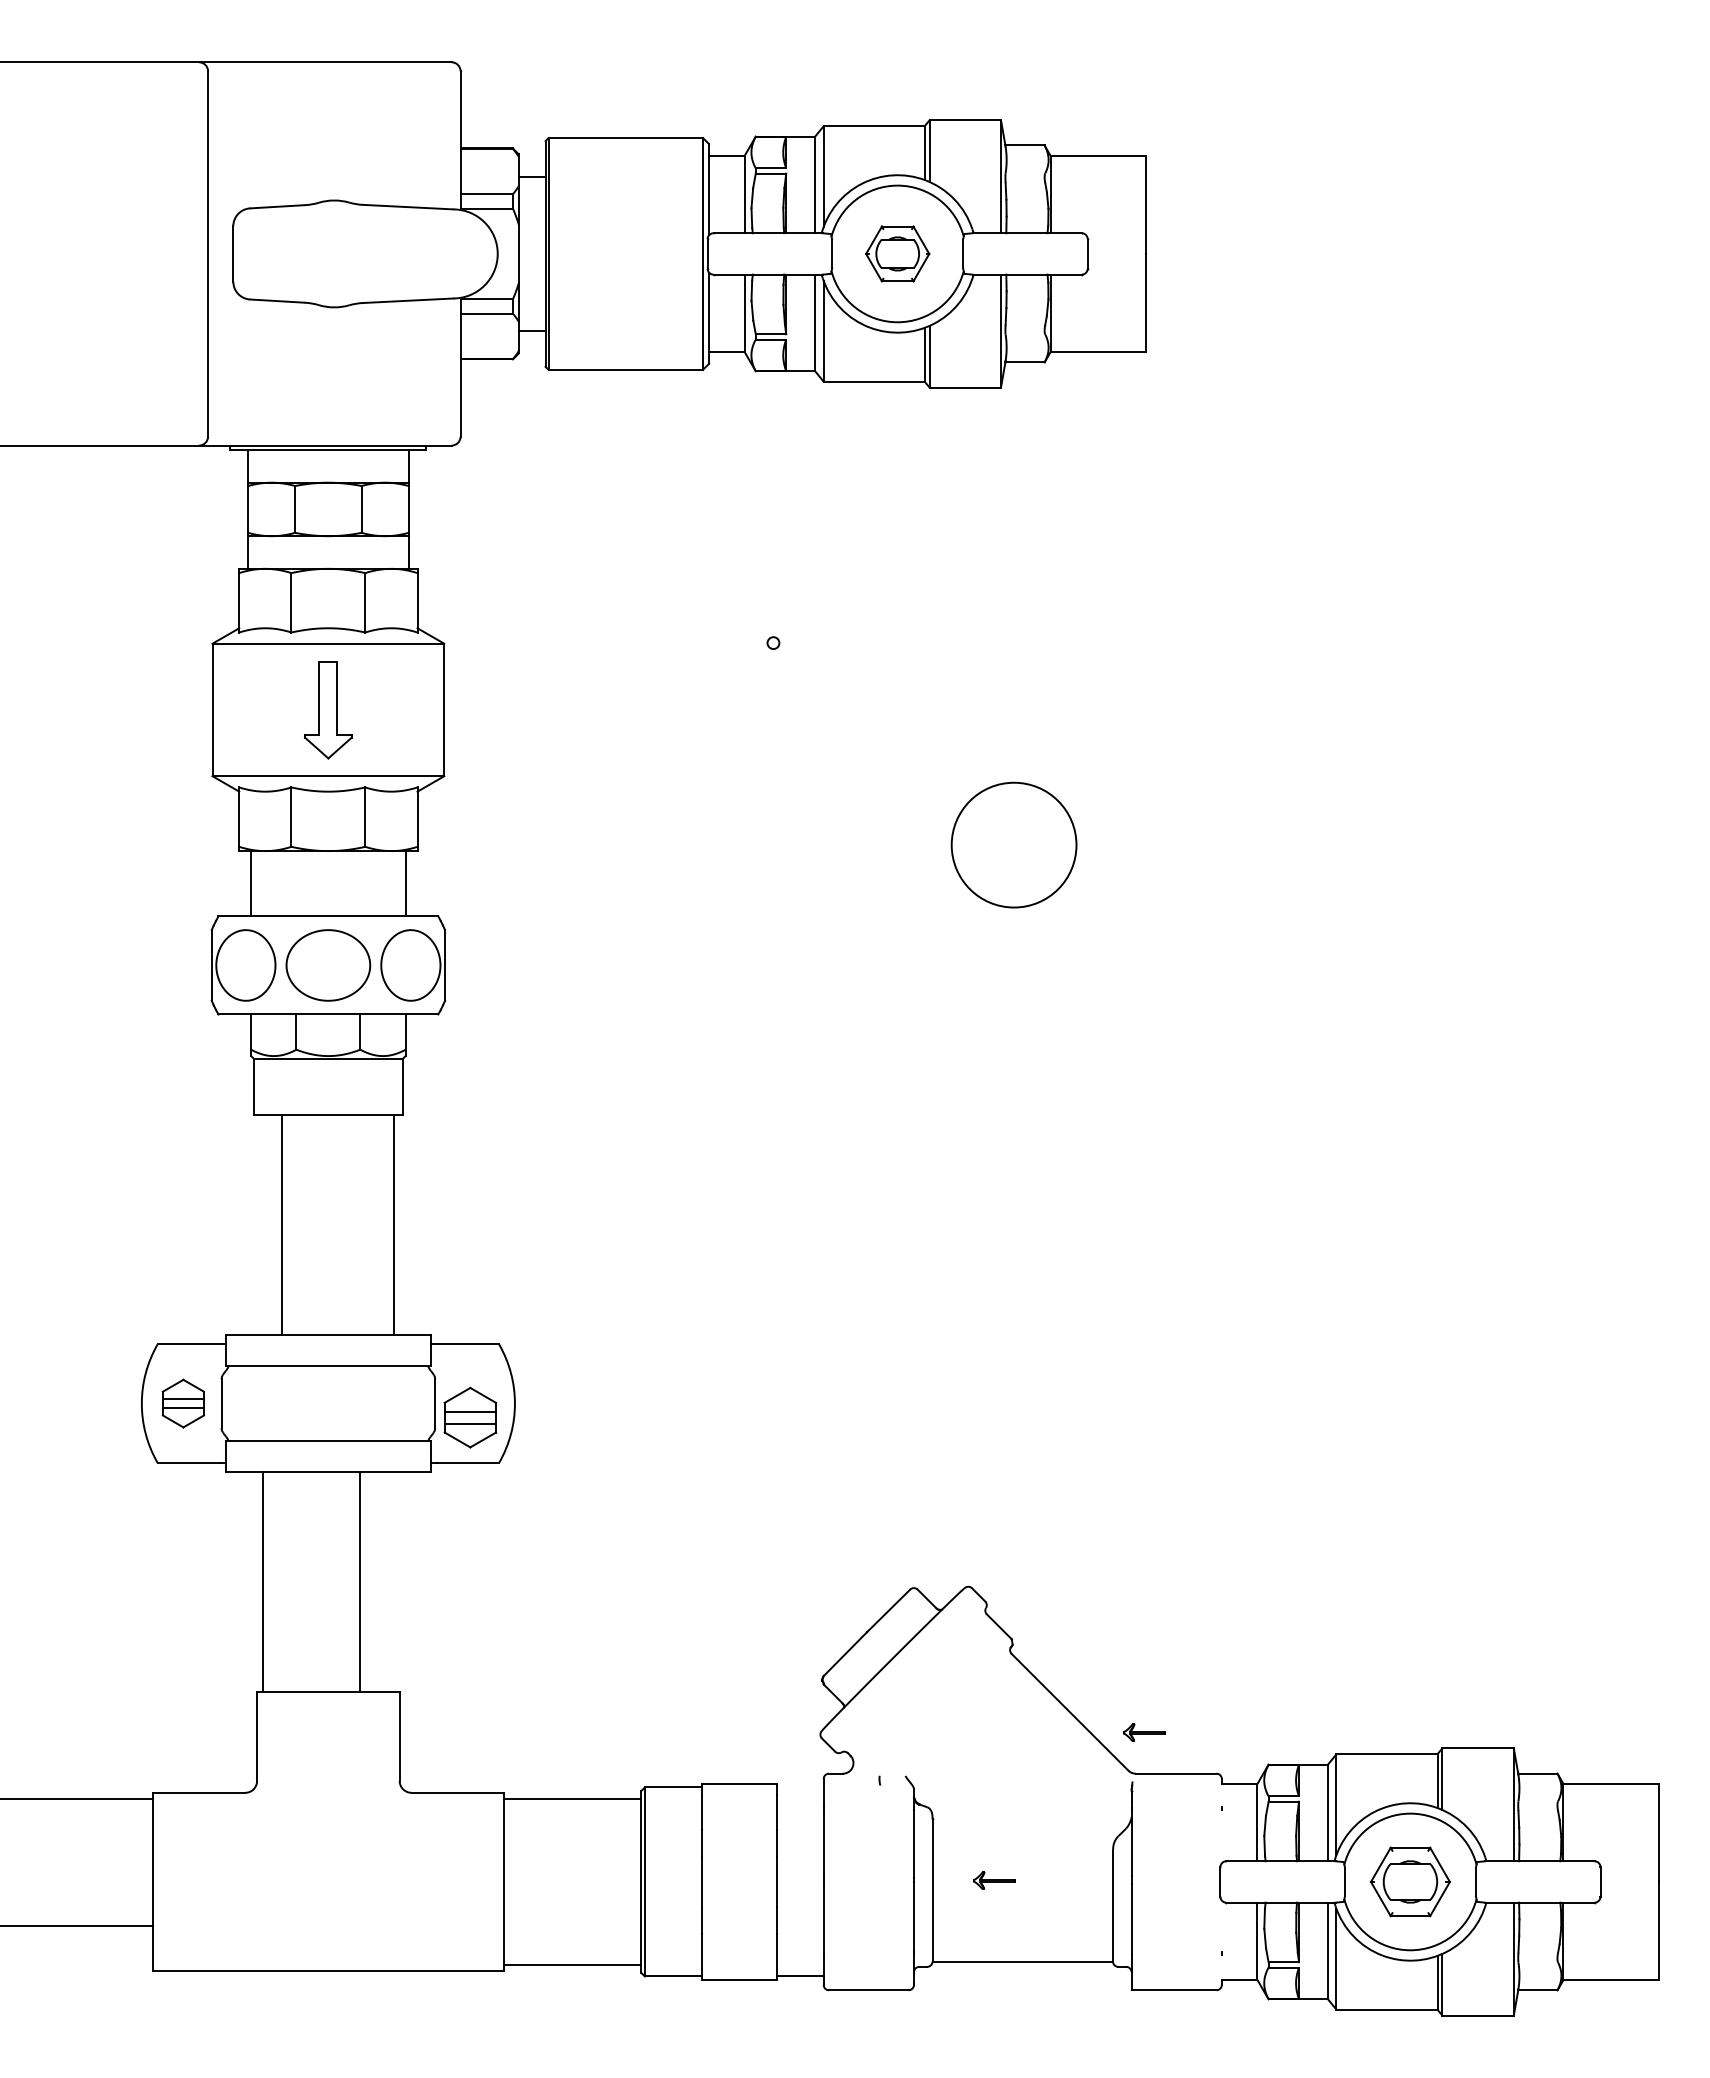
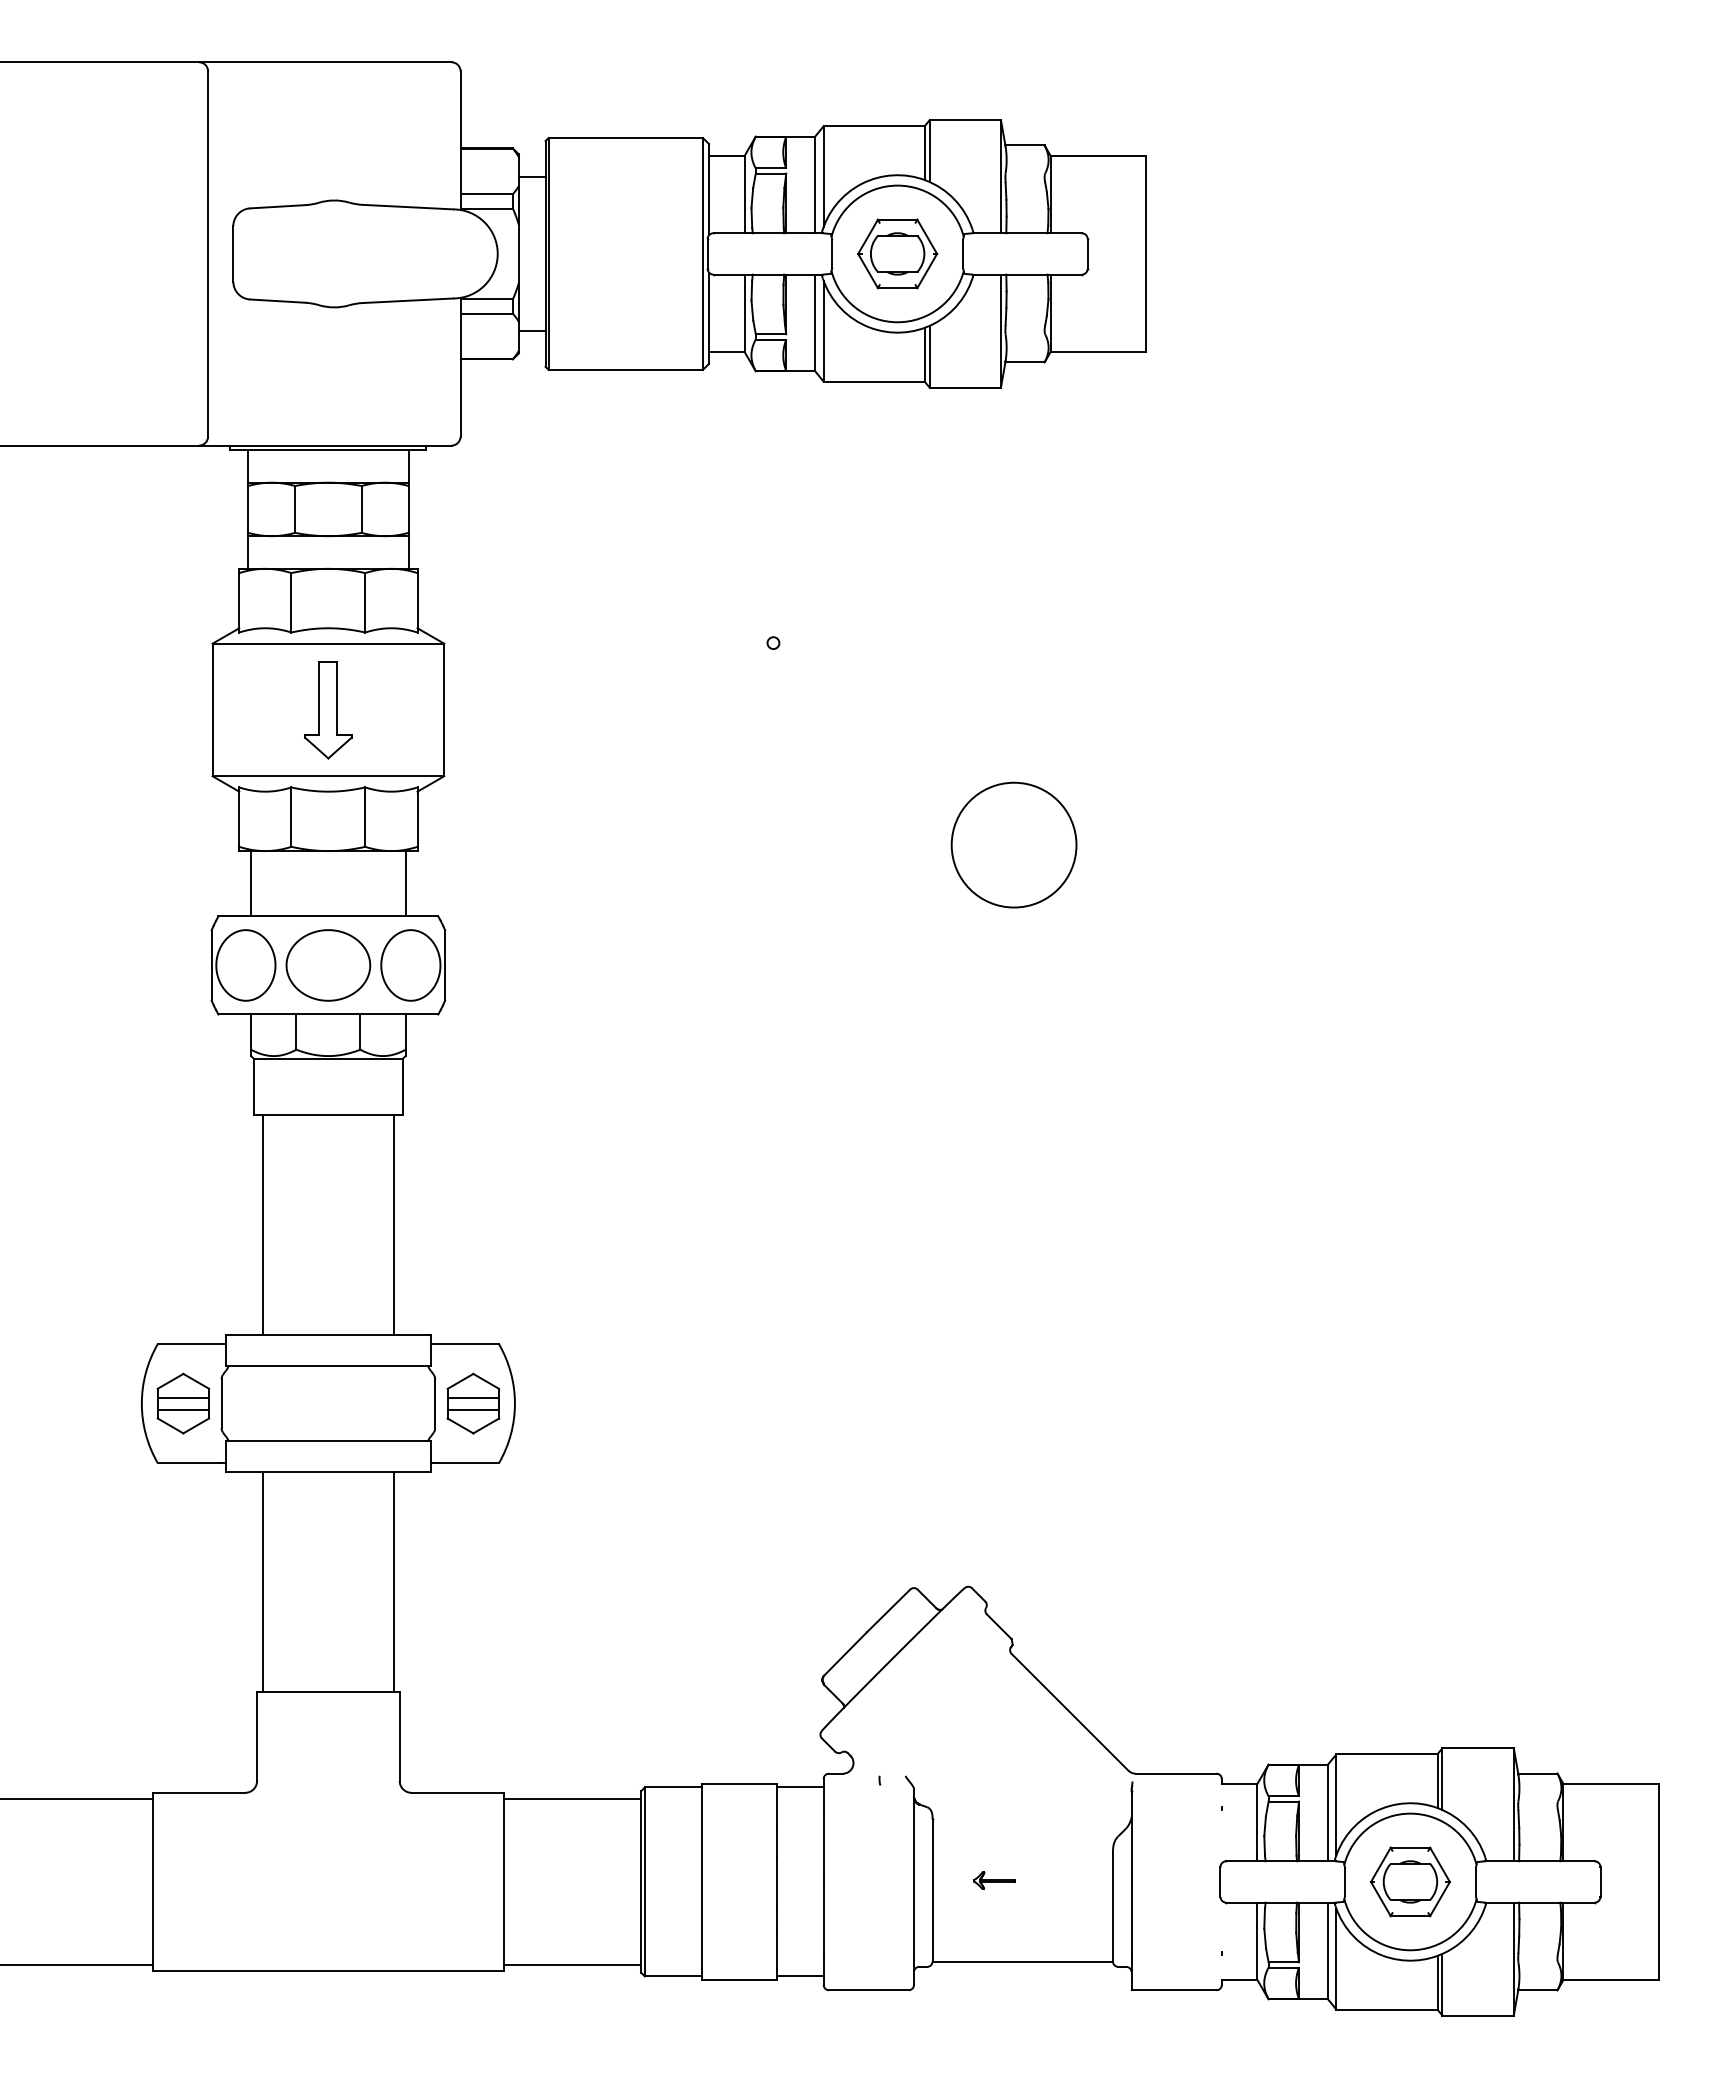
part at (897, 253) size: 66x58 px -> 82x72 px
line at (282, 1225) position: (282, 1225) -> (263, 1225)
part at (182, 1403) size: 44x51 px -> 55x63 px
part at (470, 1417) position: (470, 1417) -> (473, 1403)
line at (359, 1581) position: (359, 1581) -> (393, 1581)
part at (1144, 1732): present -> none
line at (800, 1787): none -> present
line at (77, 1926) position: (77, 1926) -> (77, 1965)
